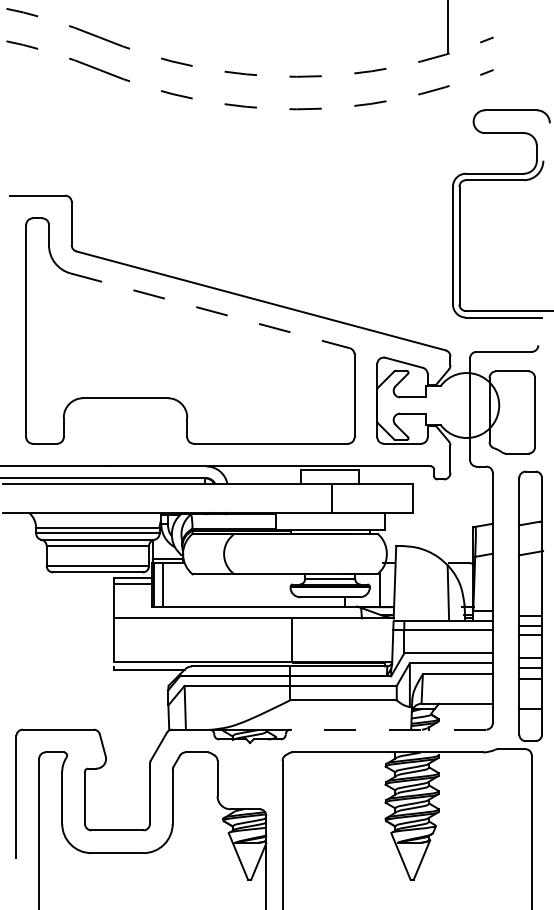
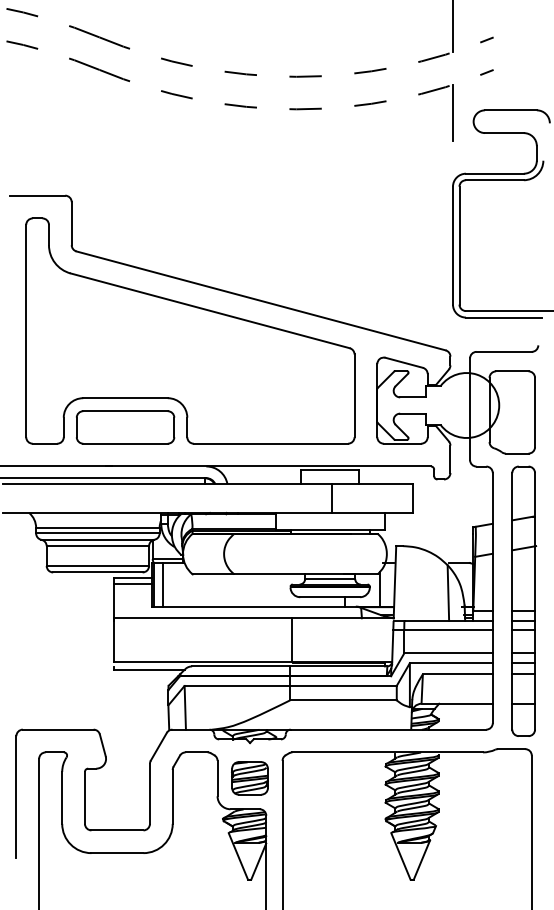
line at (447, 27) position: (447, 27) -> (452, 27)
line at (452, 112): none -> present
line at (210, 310): dashed -> solid
part at (125, 427): none -> present
part at (531, 605) position: (531, 605) -> (524, 600)
line at (388, 729): dashed -> solid
part at (249, 778): none -> present
